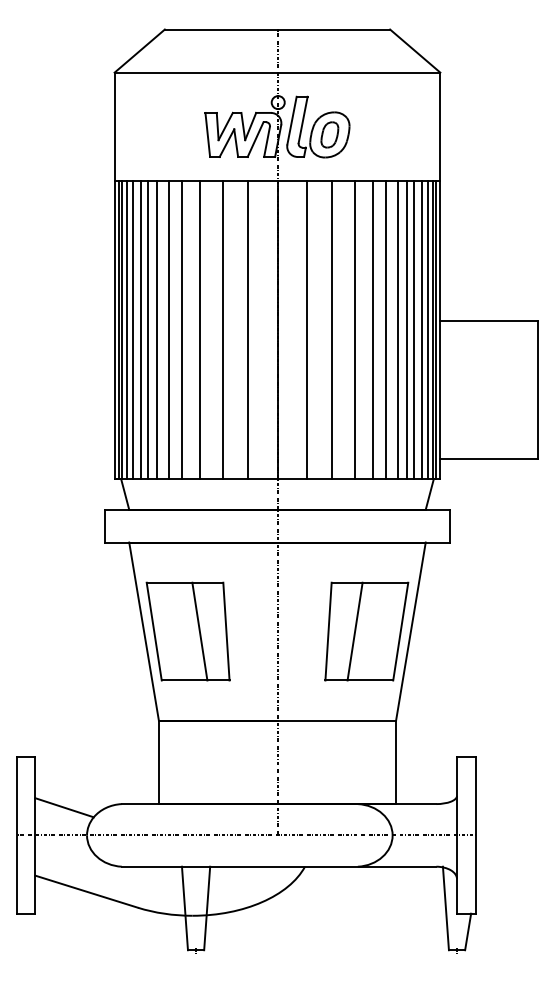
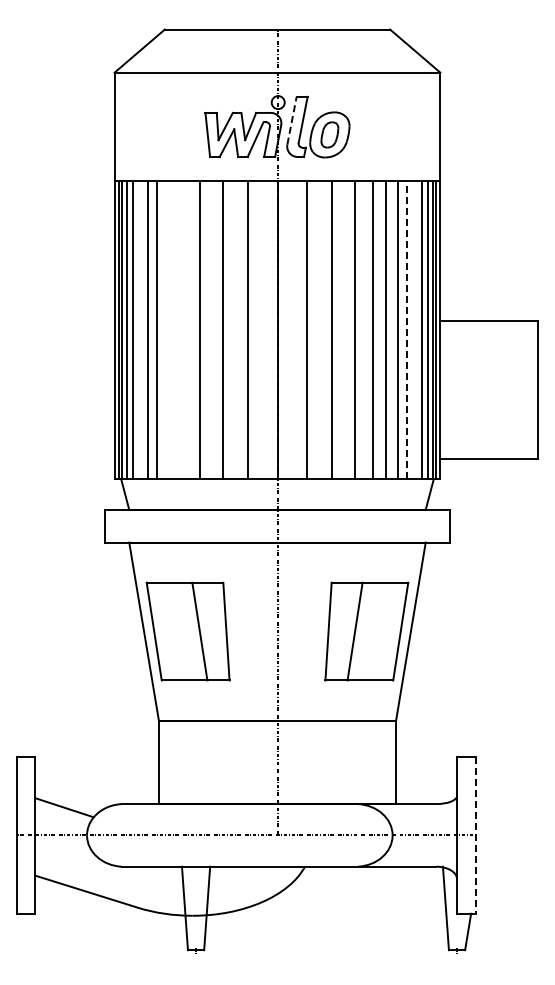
line at (292, 120): solid -> dashed
line at (140, 329): present -> none
line at (168, 329): present -> none
line at (182, 329): present -> none
line at (414, 329): present -> none
line at (406, 330): solid -> dashed
line at (475, 835): solid -> dashed
